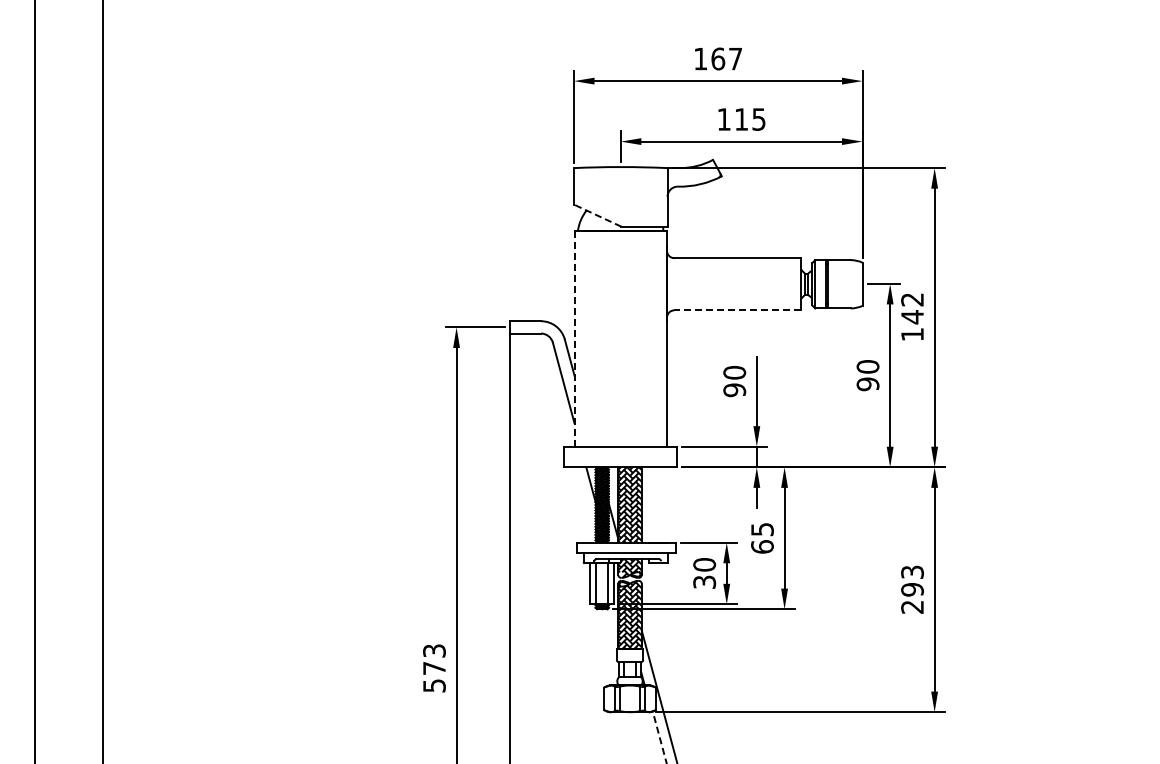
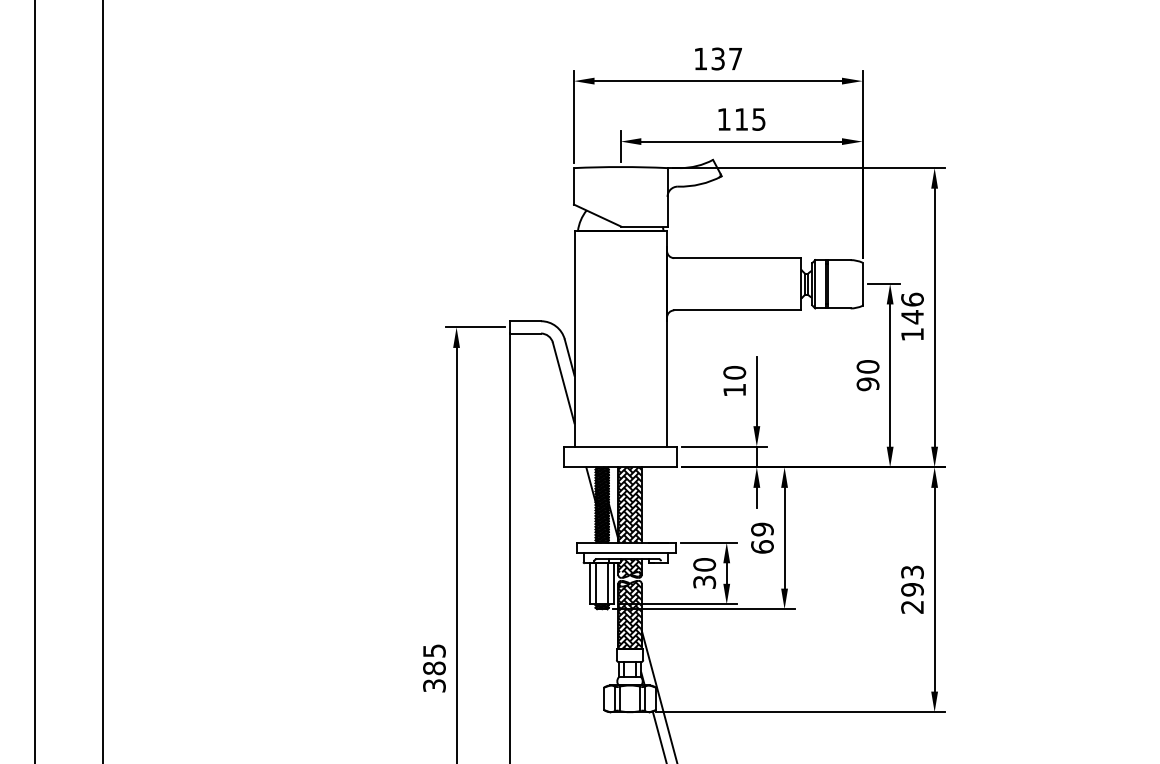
text at (718, 58): 167 -> 137
line at (597, 215): dashed -> solid
text at (912, 299): 142 -> 146
line at (736, 310): dashed -> solid
line at (574, 338): dashed -> solid
text at (734, 390): 90 -> 10
text at (762, 529): 65 -> 69
text at (434, 667): 573 -> 385
line at (659, 737): dashed -> solid
